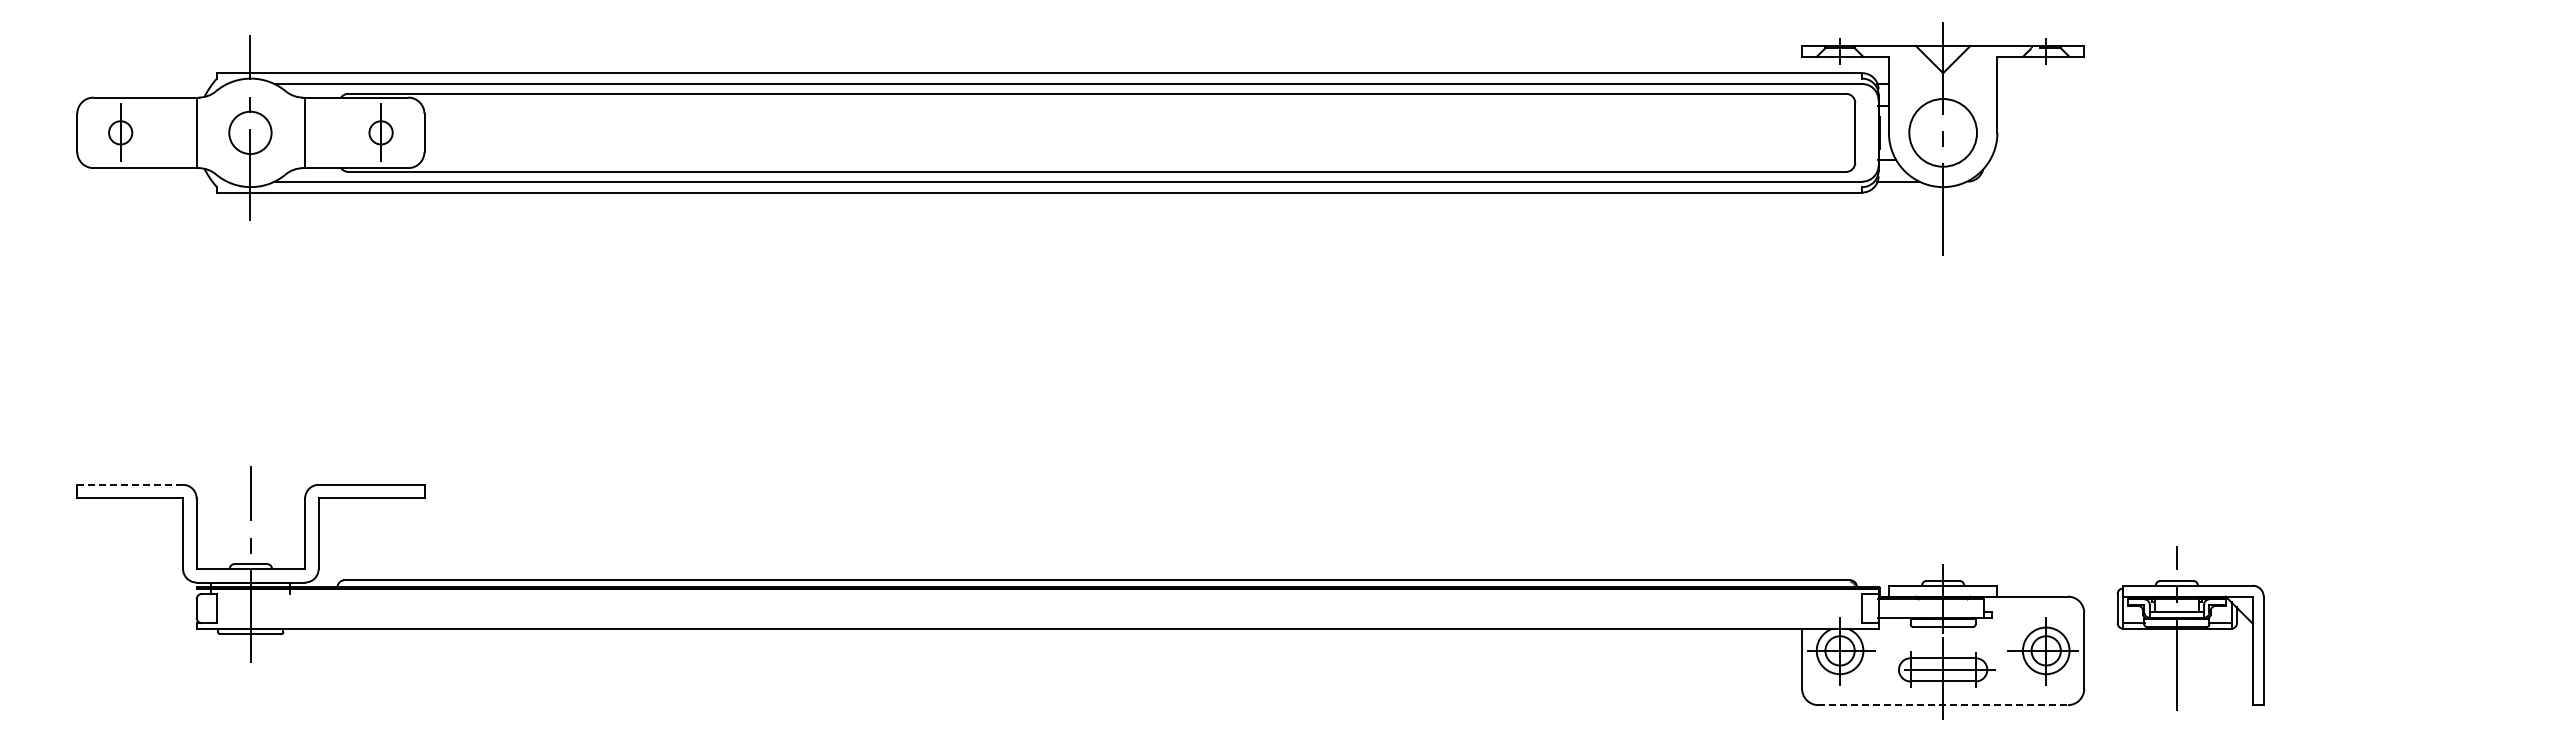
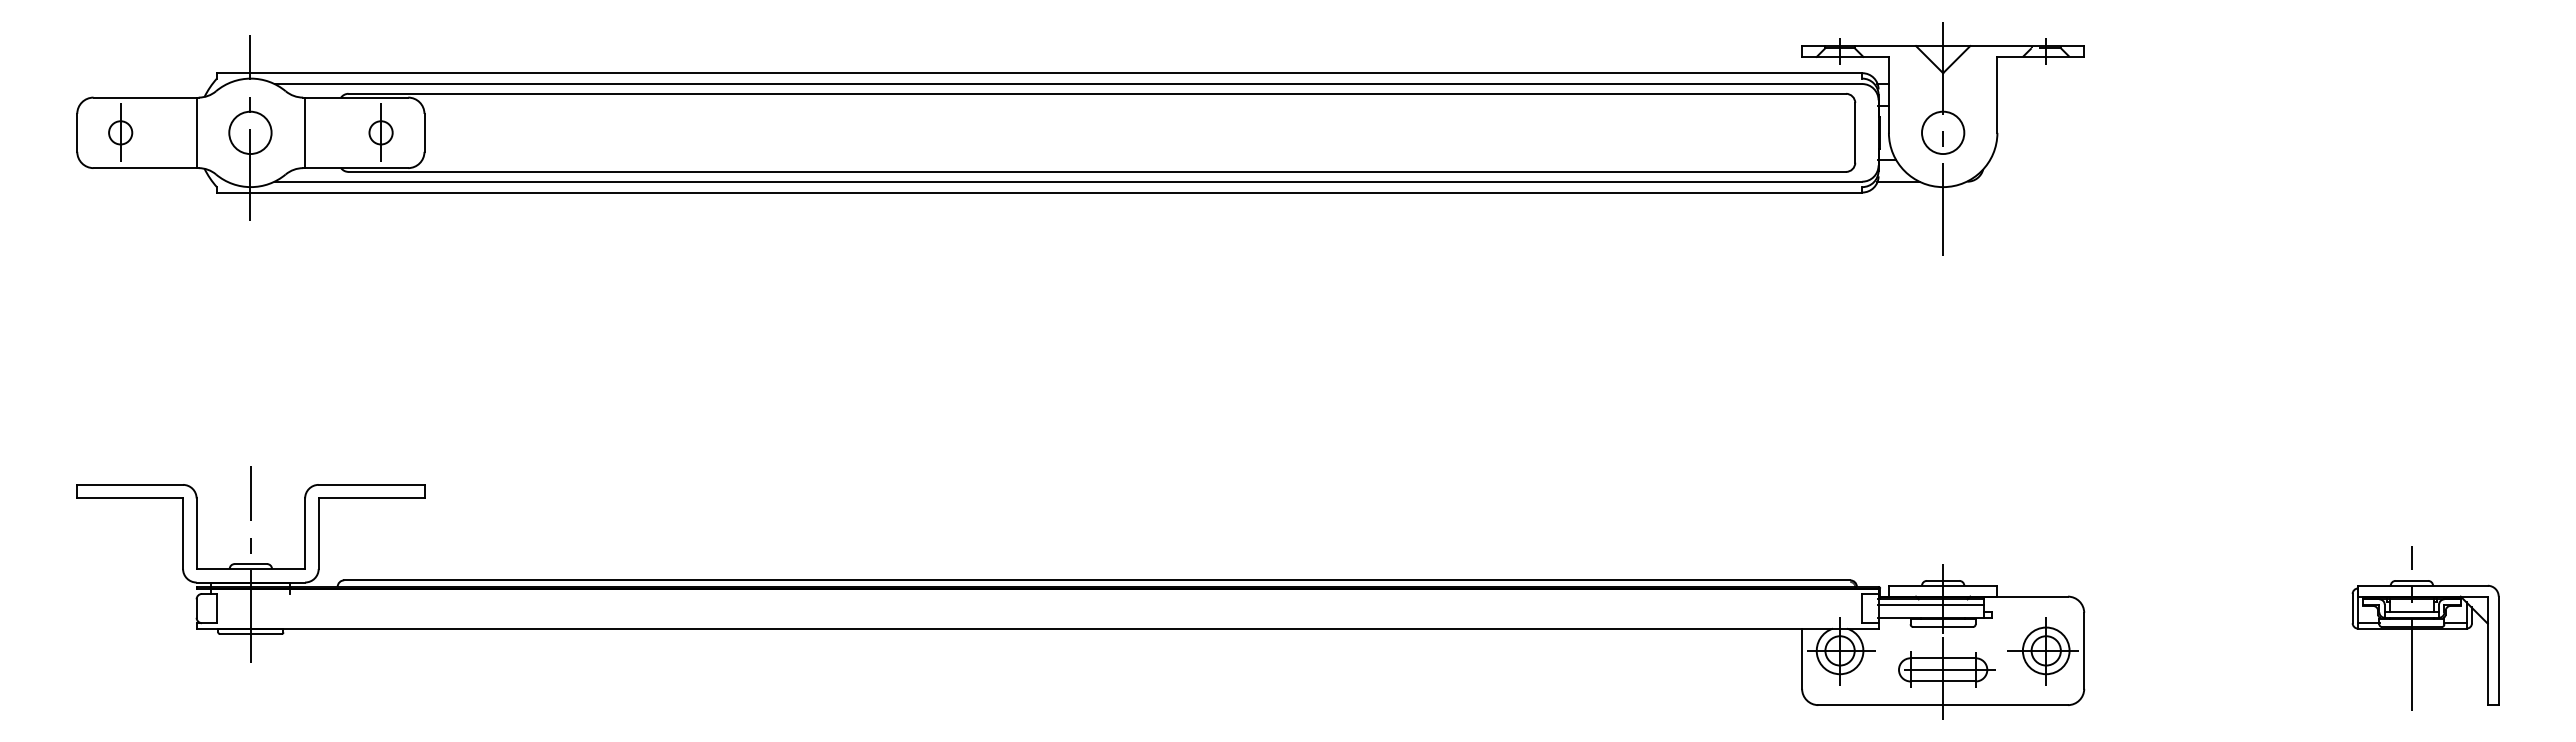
circle at (1943, 132) diameter: 68 px -> 42 px
line at (130, 484): dashed -> solid
line at (1930, 604): none -> present
part at (2190, 628) position: (2190, 628) -> (2425, 628)
line at (1943, 705): dashed -> solid
